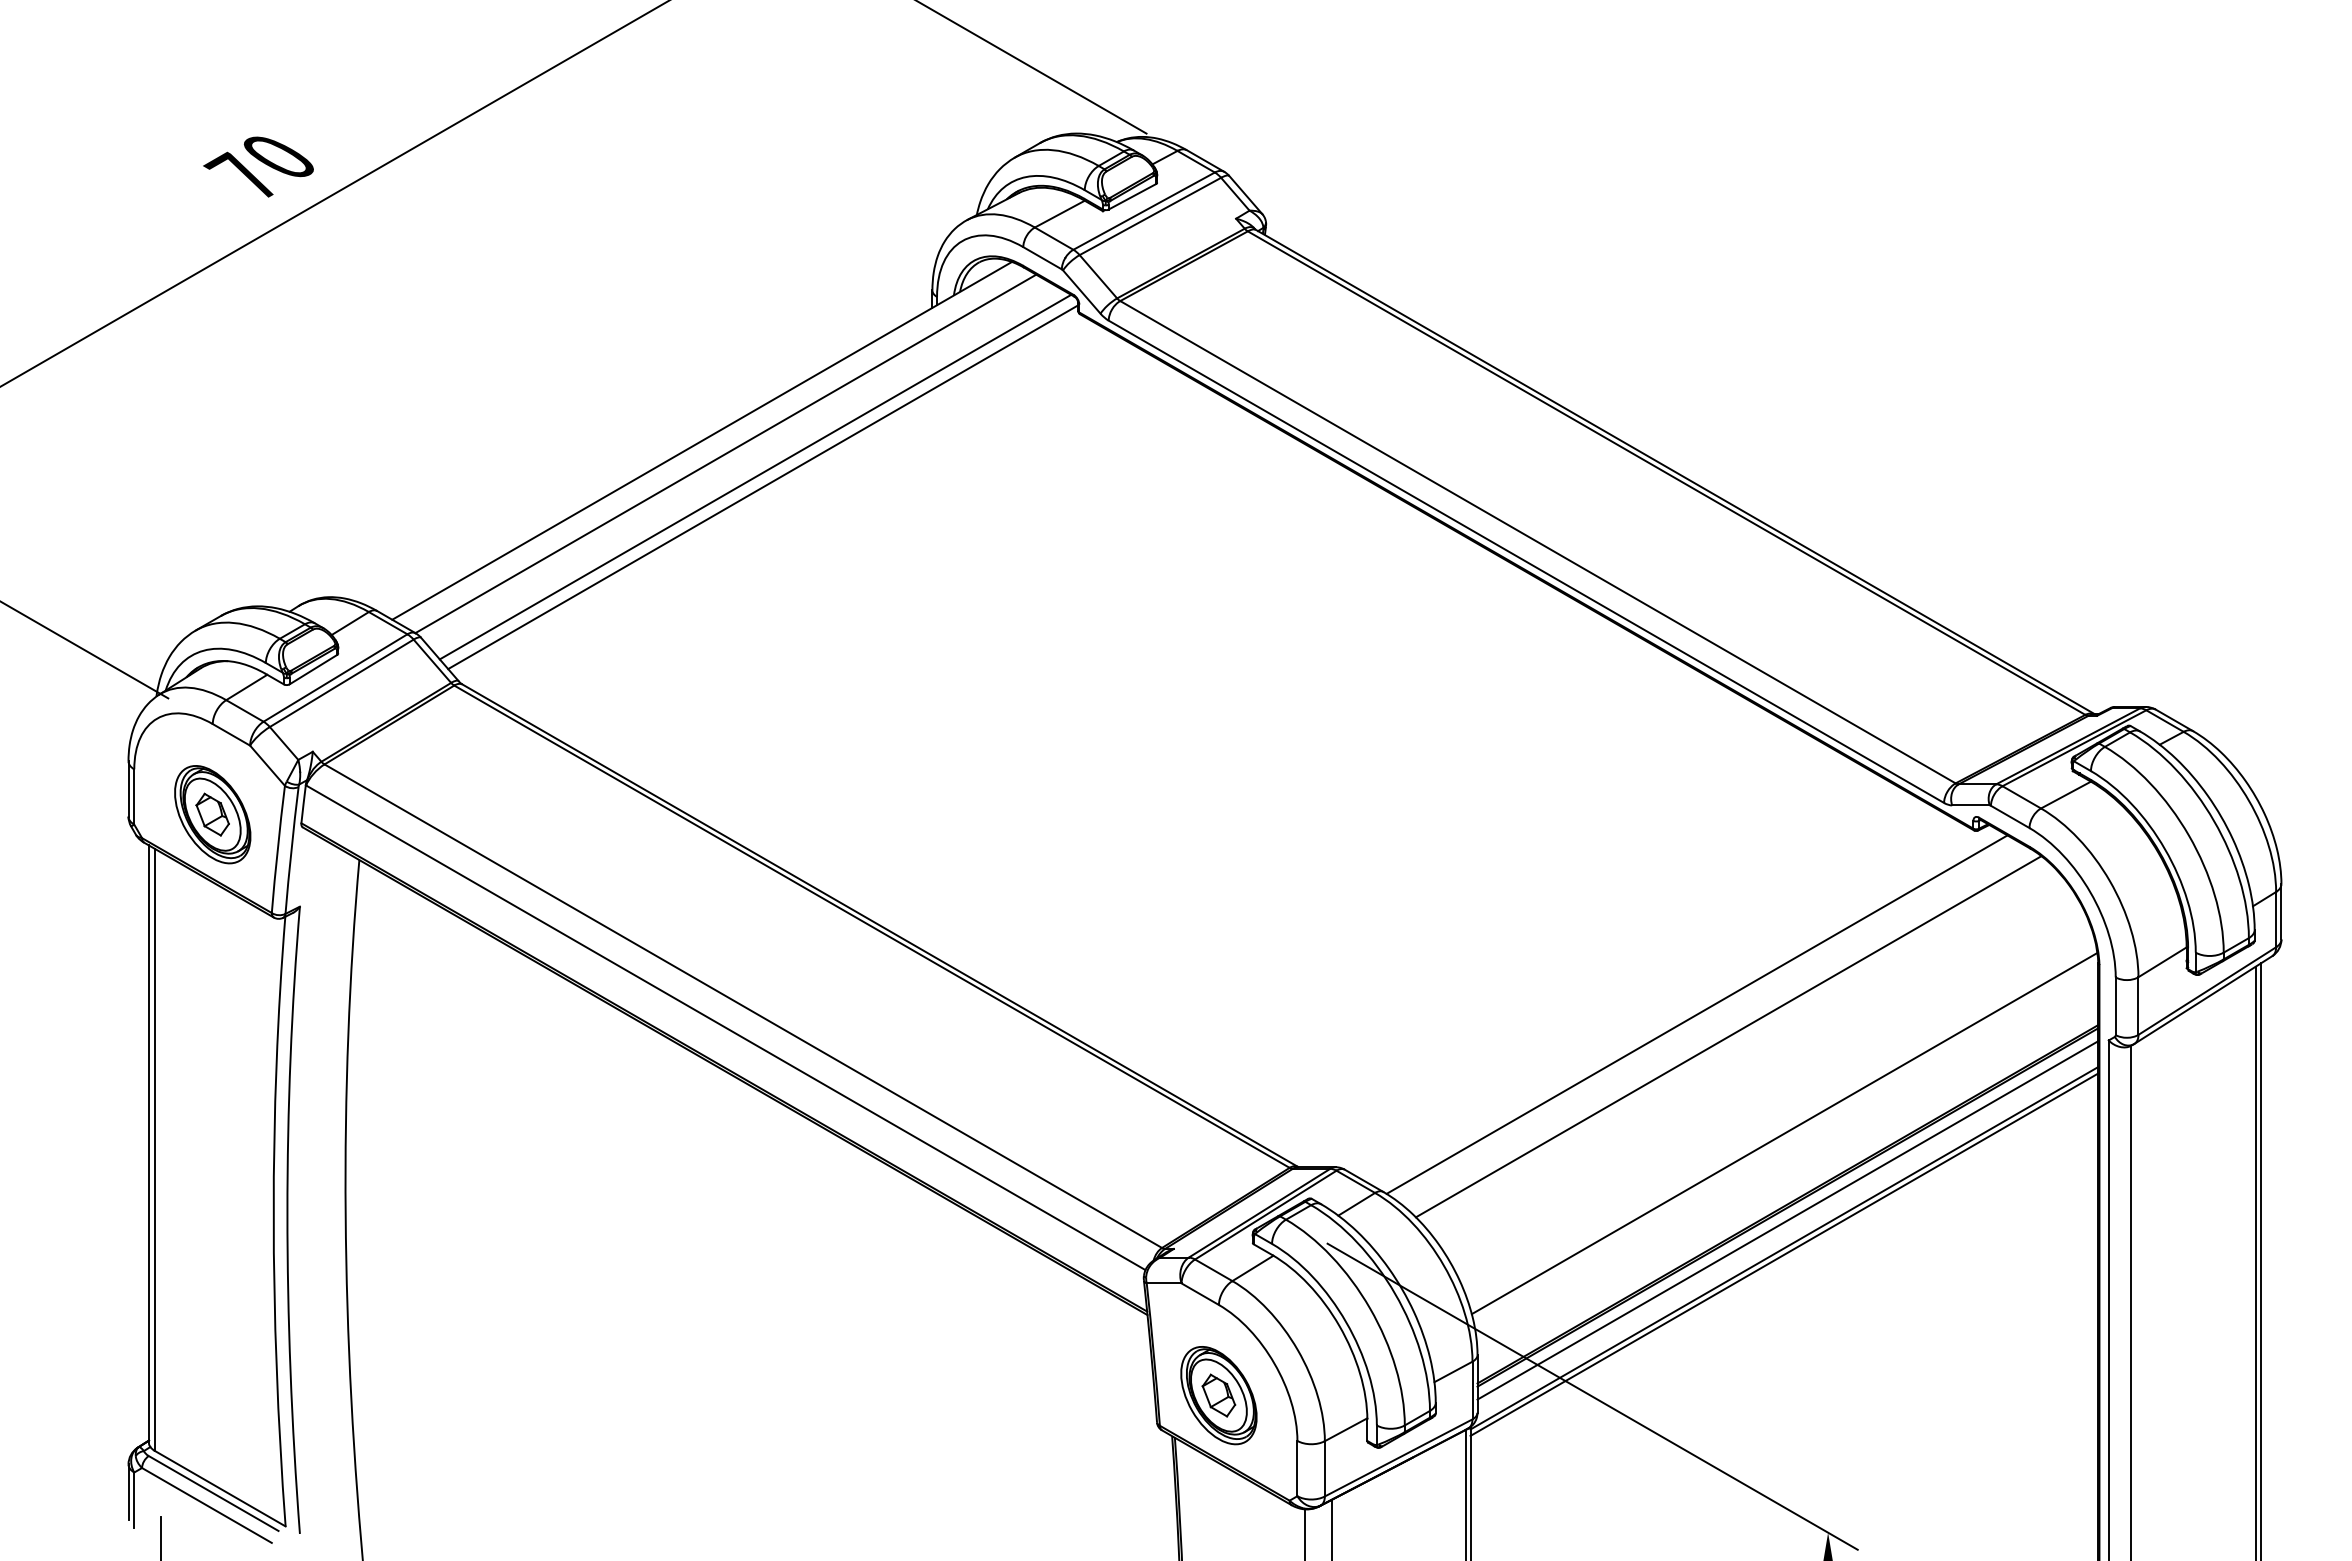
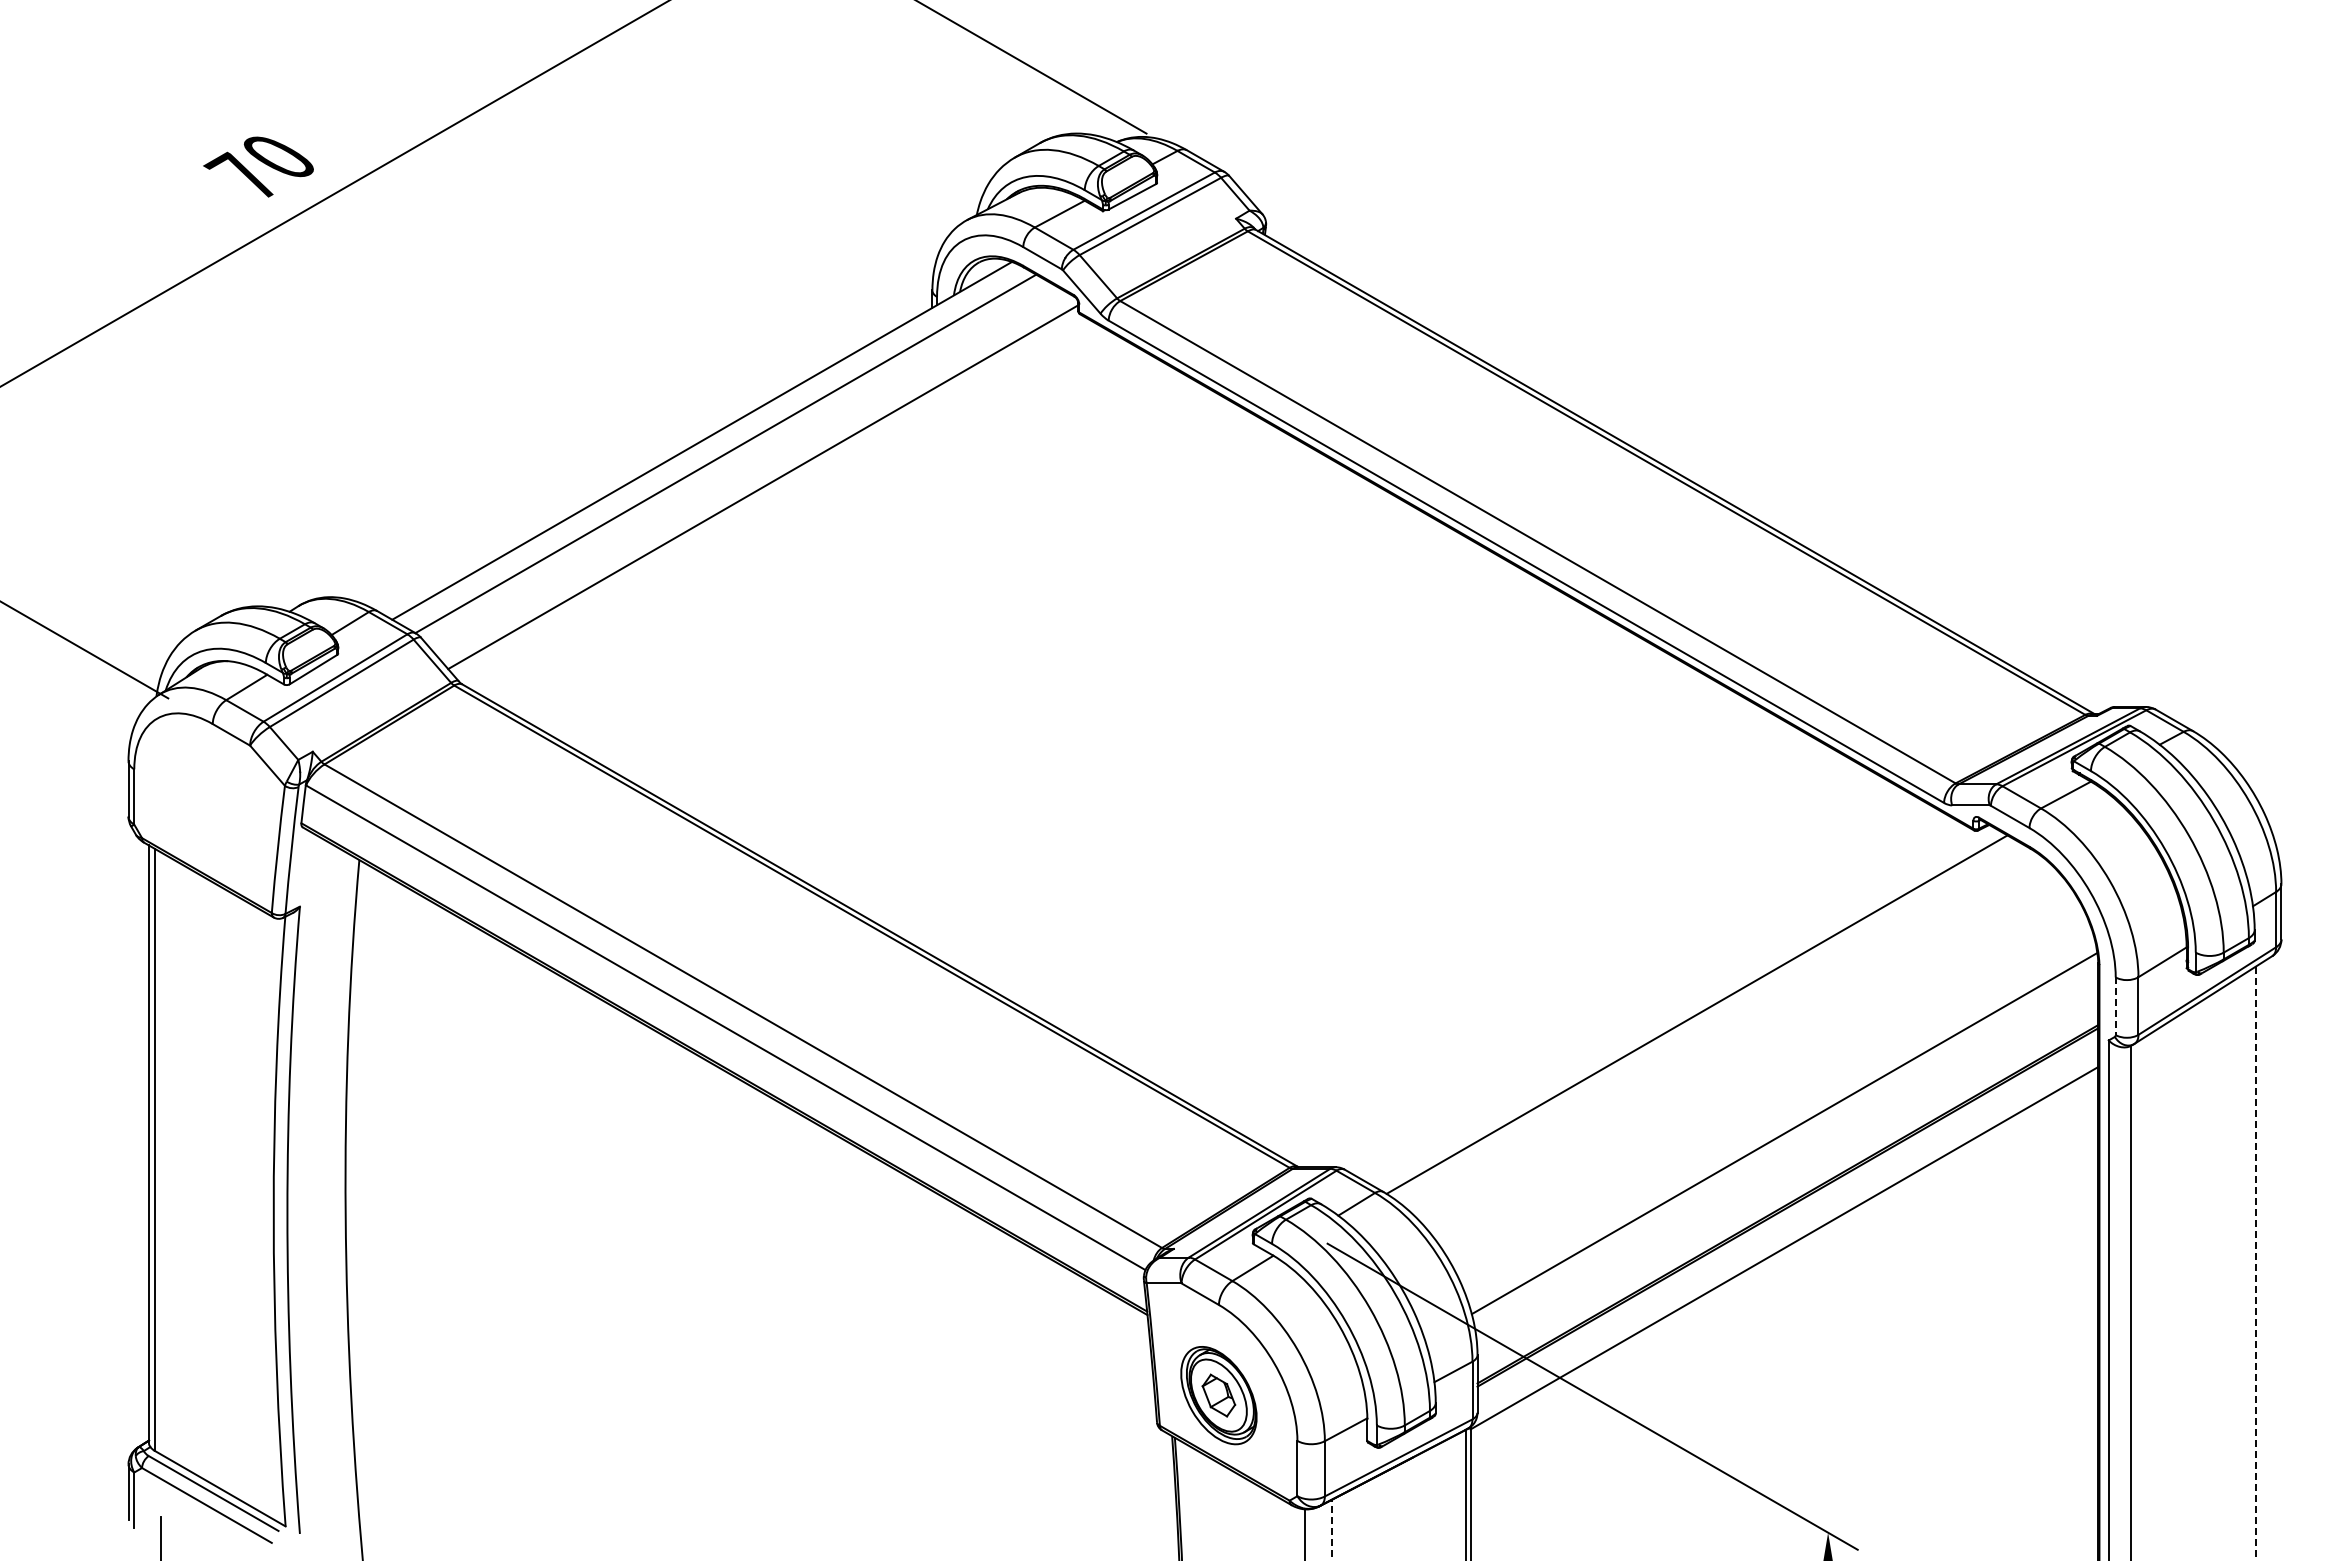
line at (755, 476): present -> none
part at (212, 814): present -> none
line at (2115, 1006): solid -> dashed
line at (1728, 1036): present -> none
line at (1787, 1220): present -> none
line at (1784, 1254): present -> none
line at (2260, 1260): present -> none
line at (2255, 1263): solid -> dashed
line at (1332, 1529): solid -> dashed
